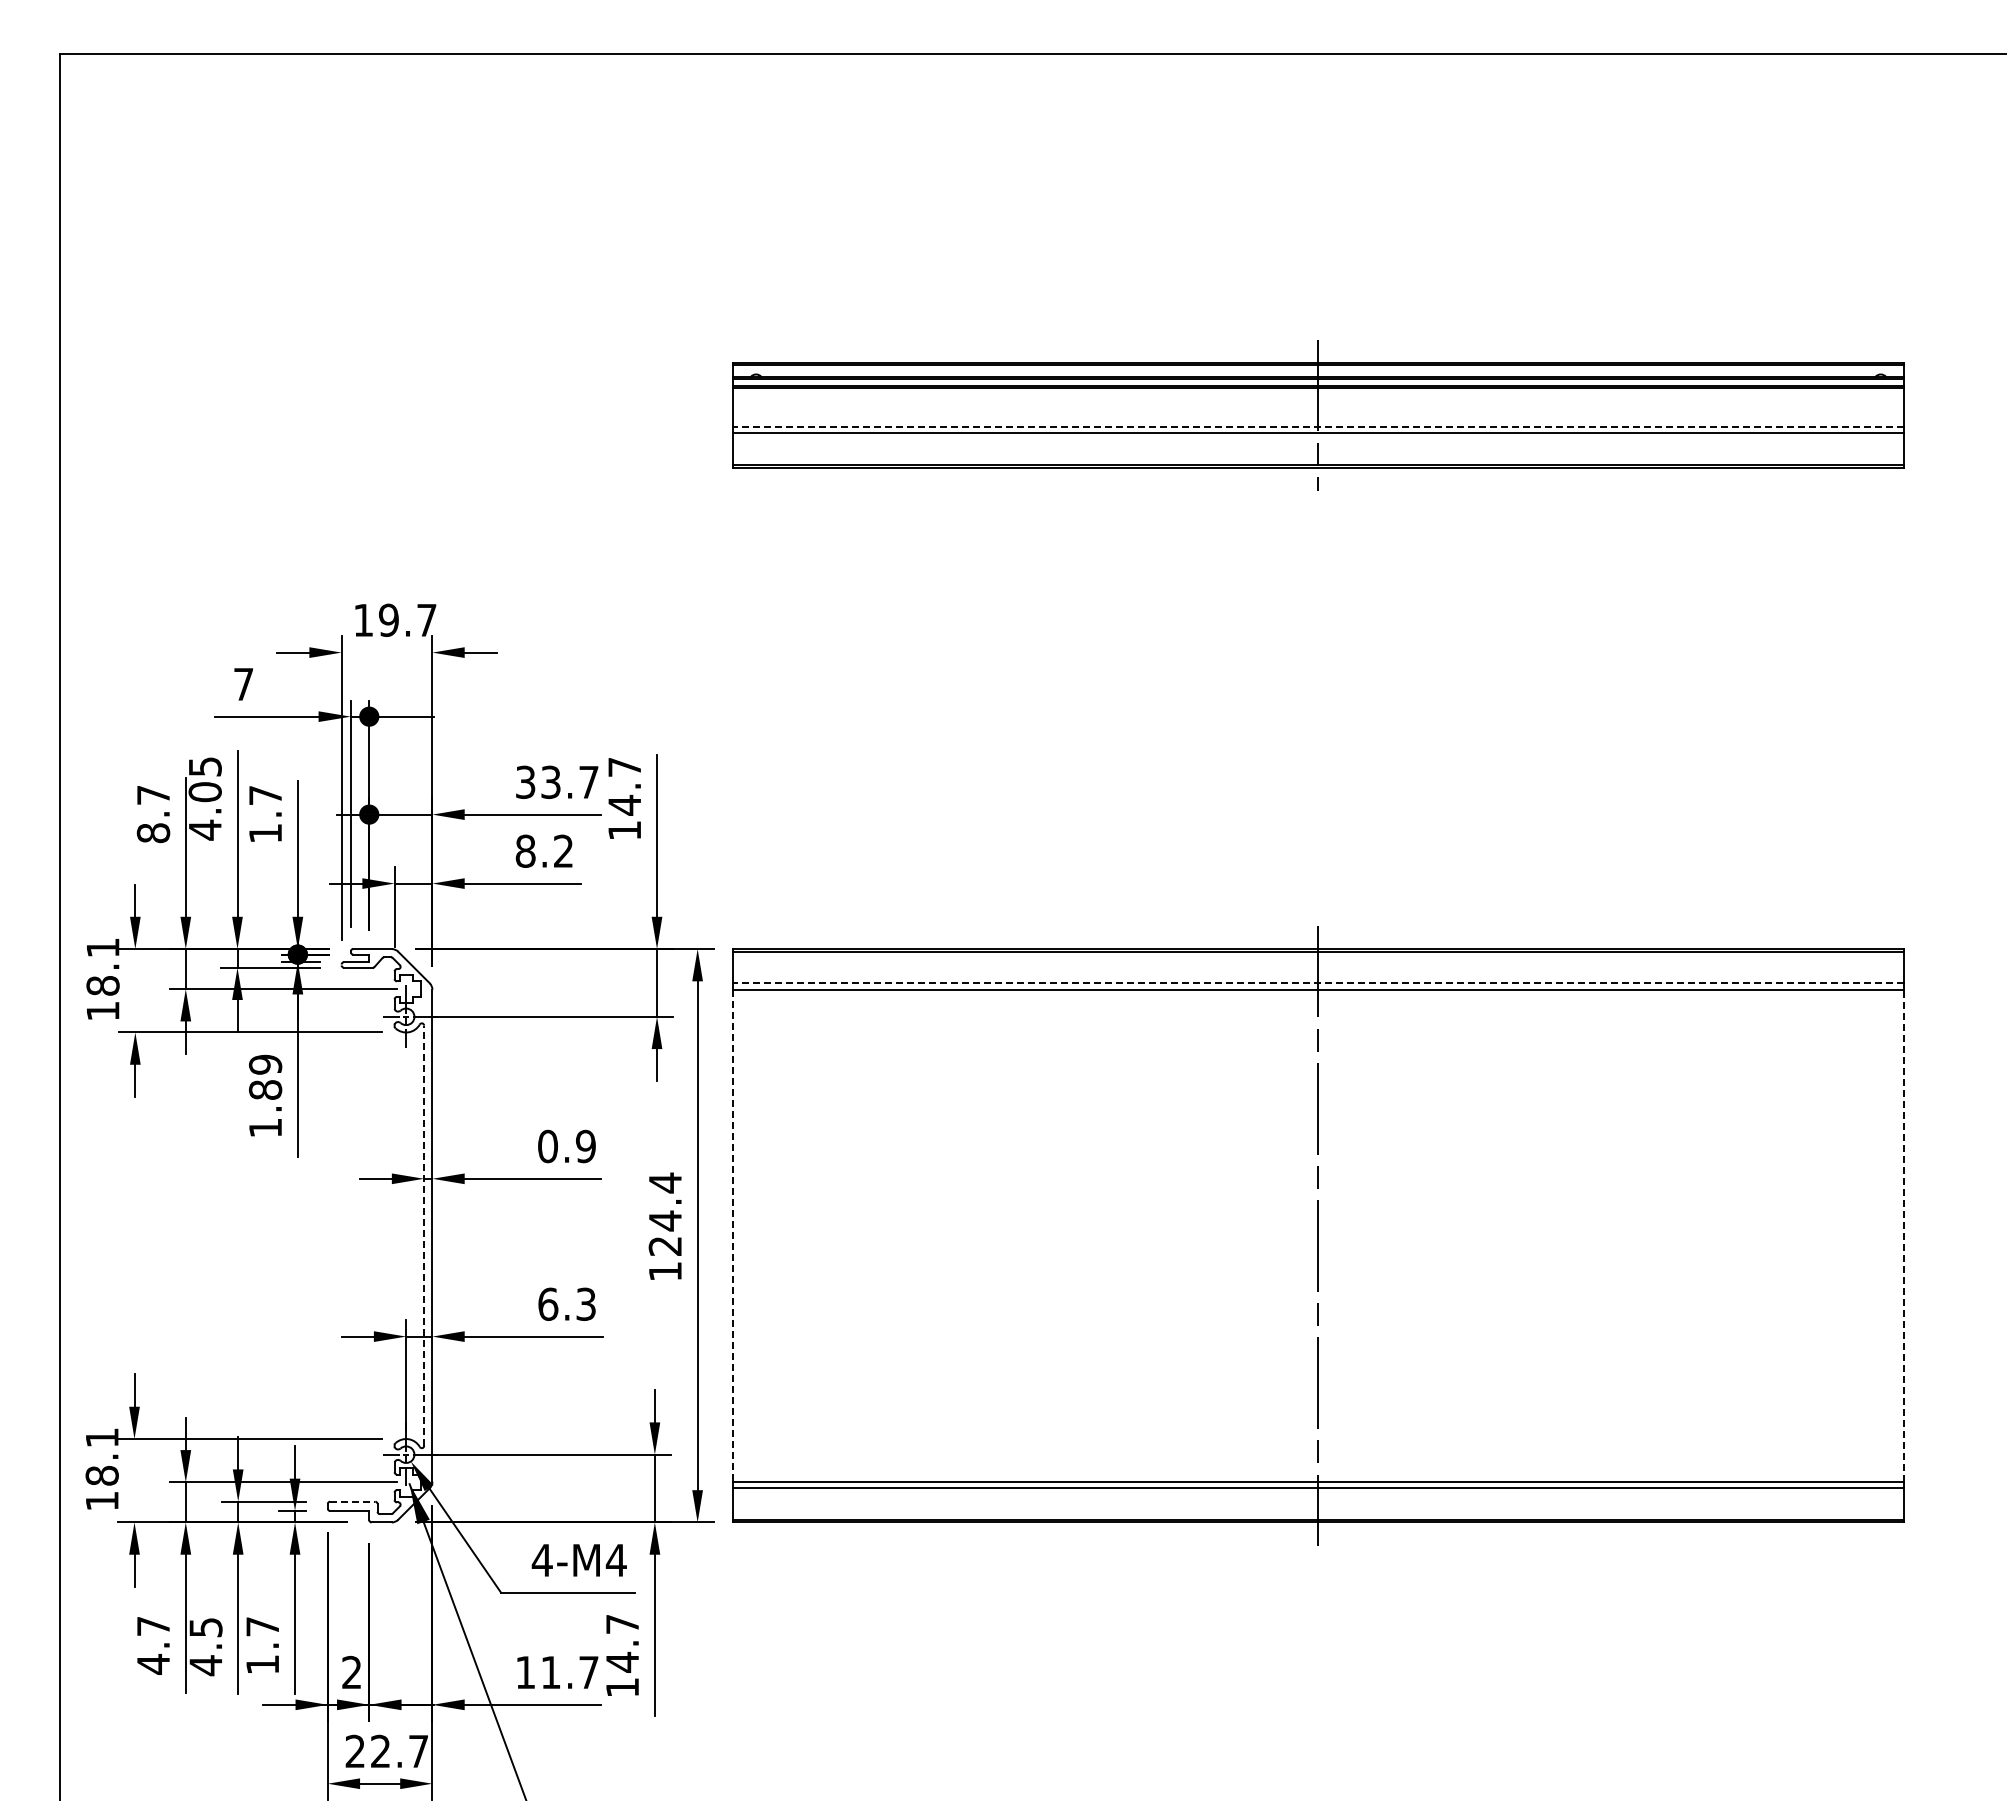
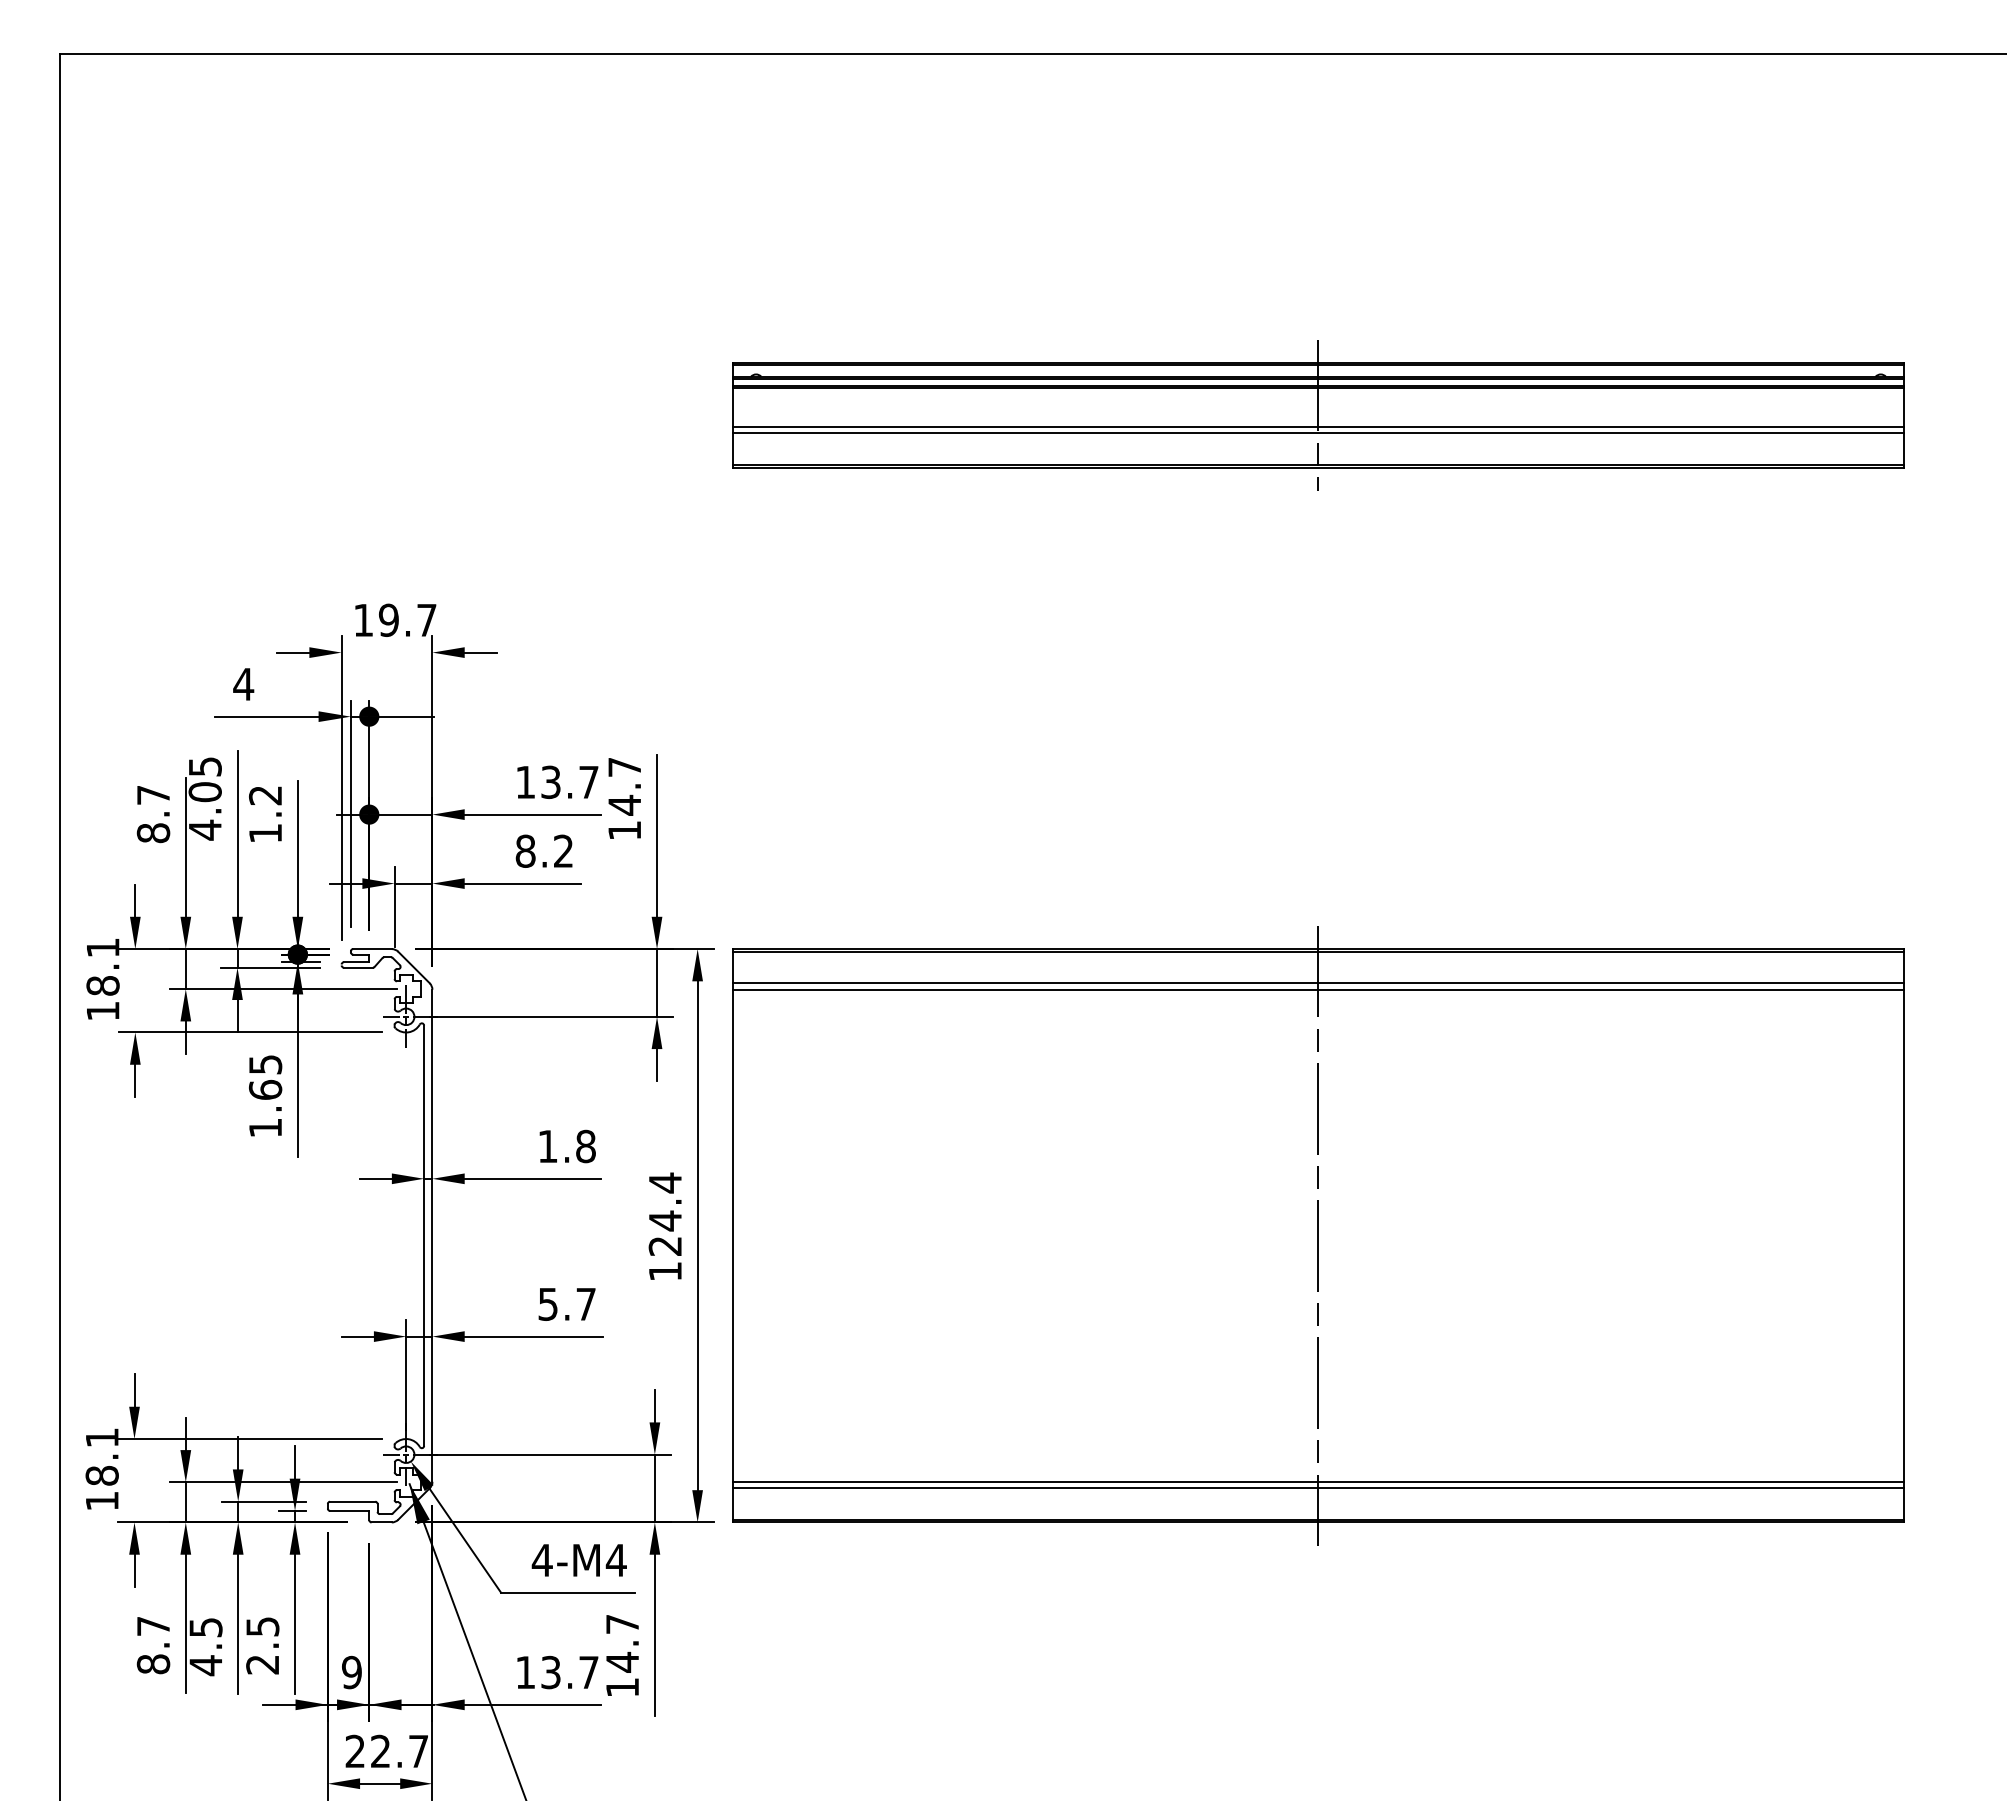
line at (1317, 426): dashed -> solid
text at (243, 684): 7 -> 4
text at (525, 781): 33.7 -> 13.7
text at (265, 795): 1.7 -> 1.2
line at (1317, 983): dashed -> solid
text at (265, 1076): 1.89 -> 1.65
text at (566, 1146): 0.9 -> 1.8
line at (424, 1235): dashed -> solid
line at (733, 1235): dashed -> solid
line at (1903, 1235): dashed -> solid
text at (566, 1303): 6.3 -> 5.7
line at (352, 1501): dashed -> solid
text at (262, 1645): 1.7 -> 2.5
text at (153, 1663): 4.7 -> 8.7
text at (351, 1672): 2 -> 9
text at (550, 1672): 11.7 -> 13.7
